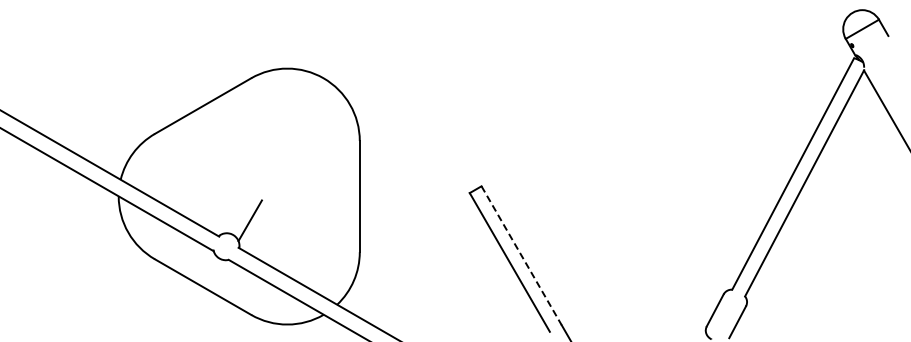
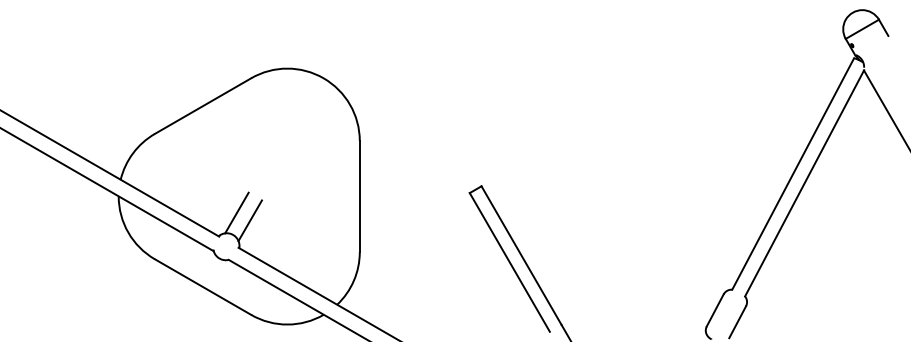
line at (236, 212): none -> present
line at (521, 256): dashed -> solid
